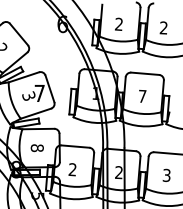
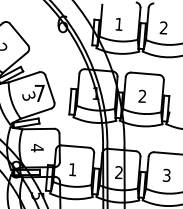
text at (118, 23): 2 -> 1
text at (142, 95): 7 -> 2
text at (36, 148): 8 -> 4
text at (72, 169): 2 -> 1
